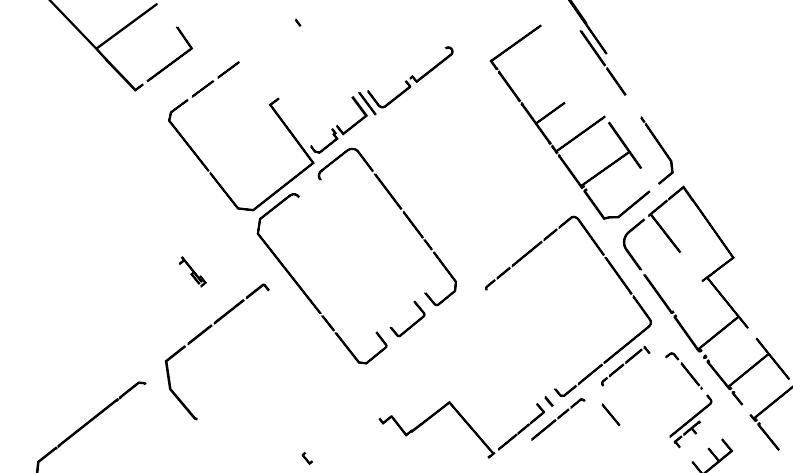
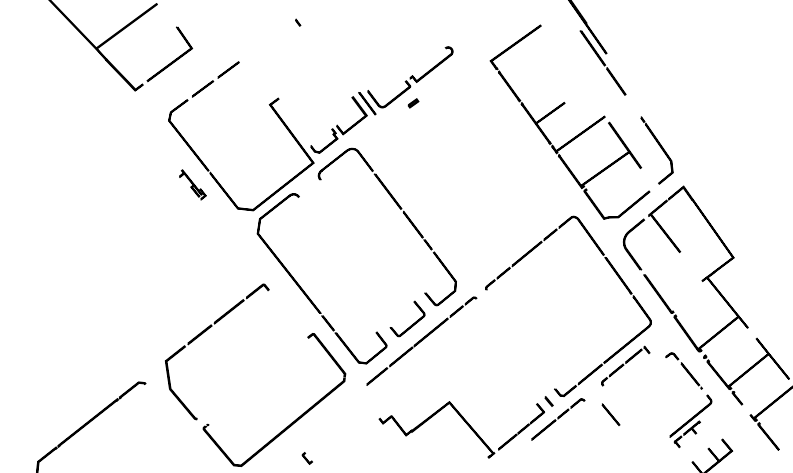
part at (413, 103): none -> present
part at (192, 271) position: (192, 271) -> (192, 184)
part at (421, 340): none -> present
part at (291, 422): none -> present
